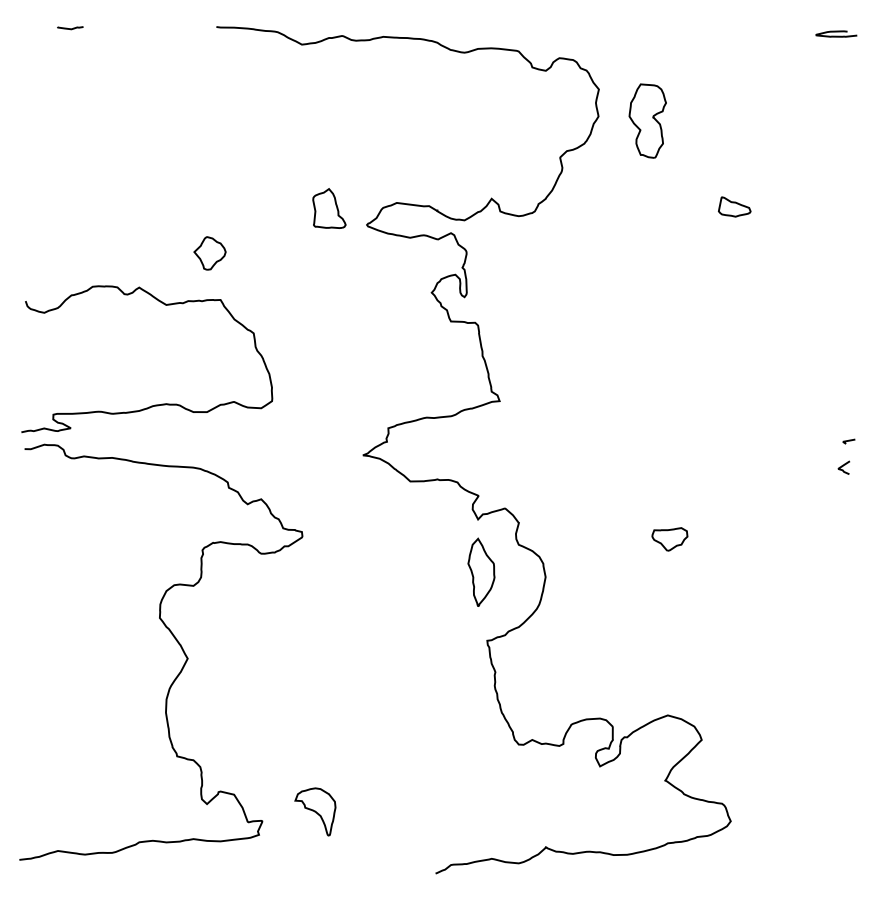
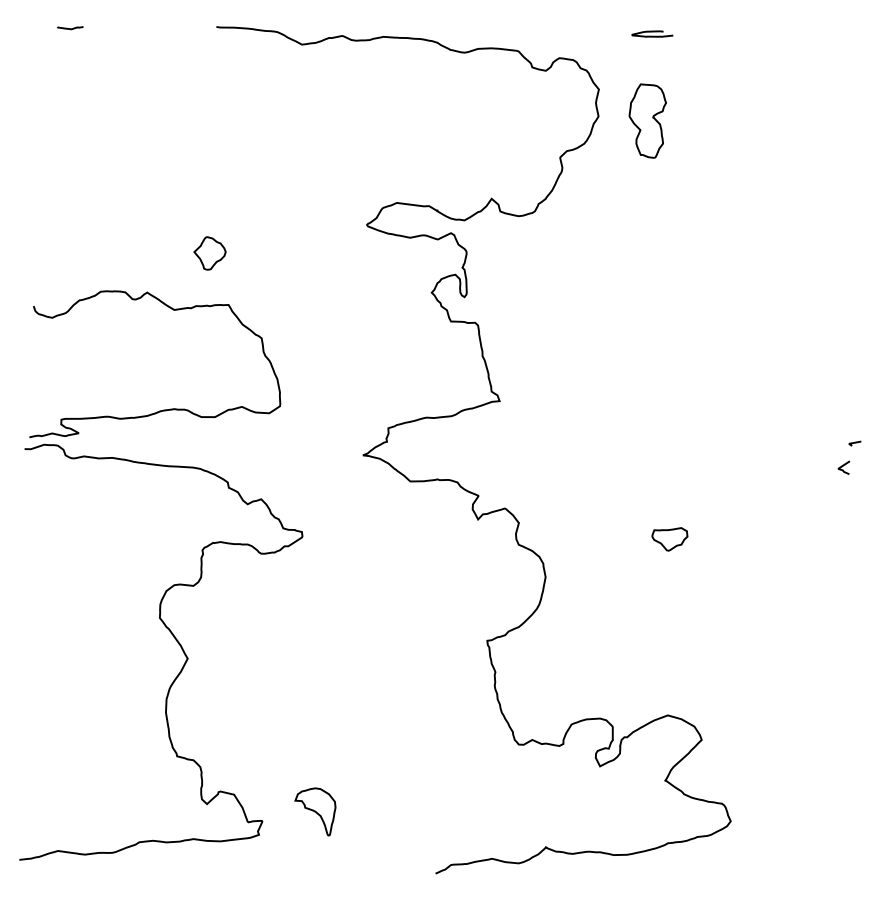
curve at (836, 32) position: (836, 32) -> (652, 32)
part at (734, 206): present -> none
part at (329, 208): present -> none
curve at (155, 404) position: (155, 404) -> (163, 409)
curve at (848, 441) position: (848, 441) -> (854, 443)
part at (481, 571): present -> none
